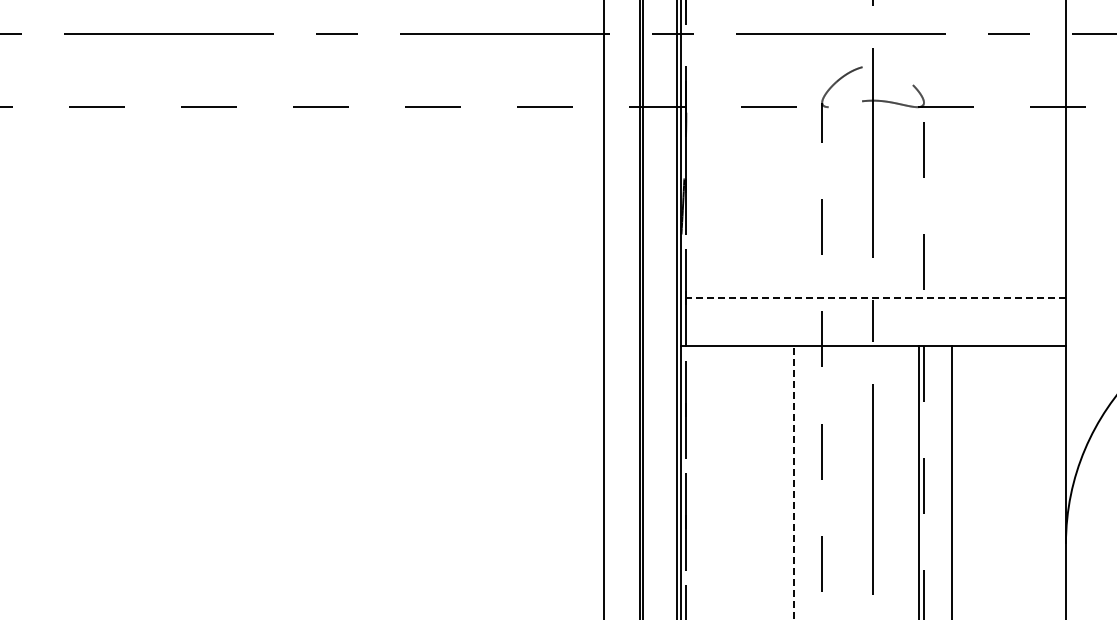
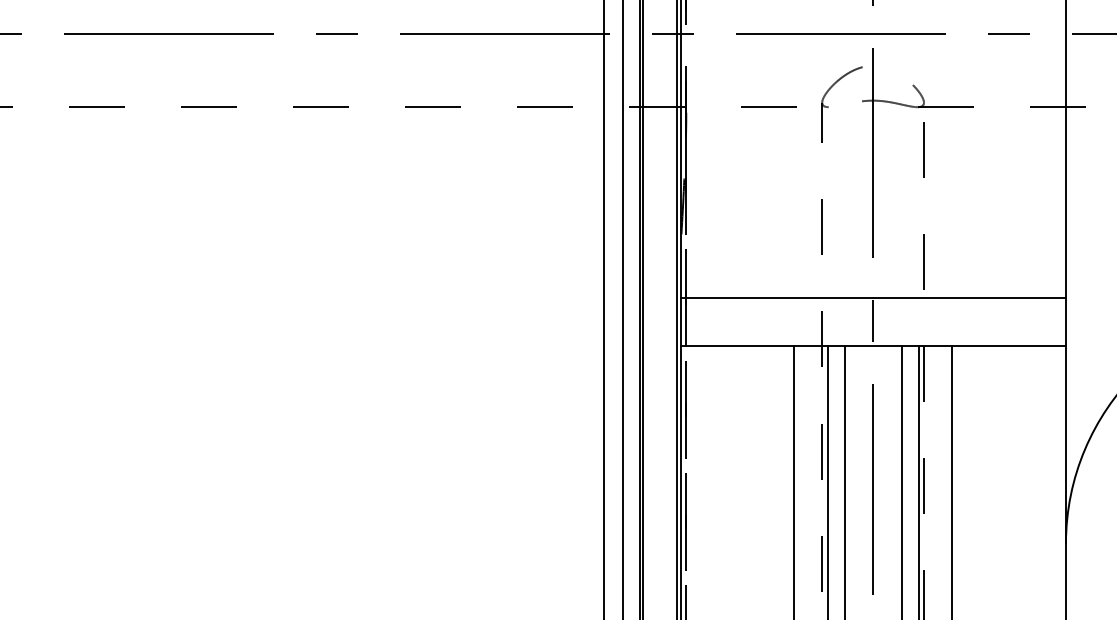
line at (873, 297): dashed -> solid
line at (623, 309): none -> present
line at (827, 481): none -> present
line at (844, 481): none -> present
line at (901, 481): none -> present
line at (794, 482): dashed -> solid
